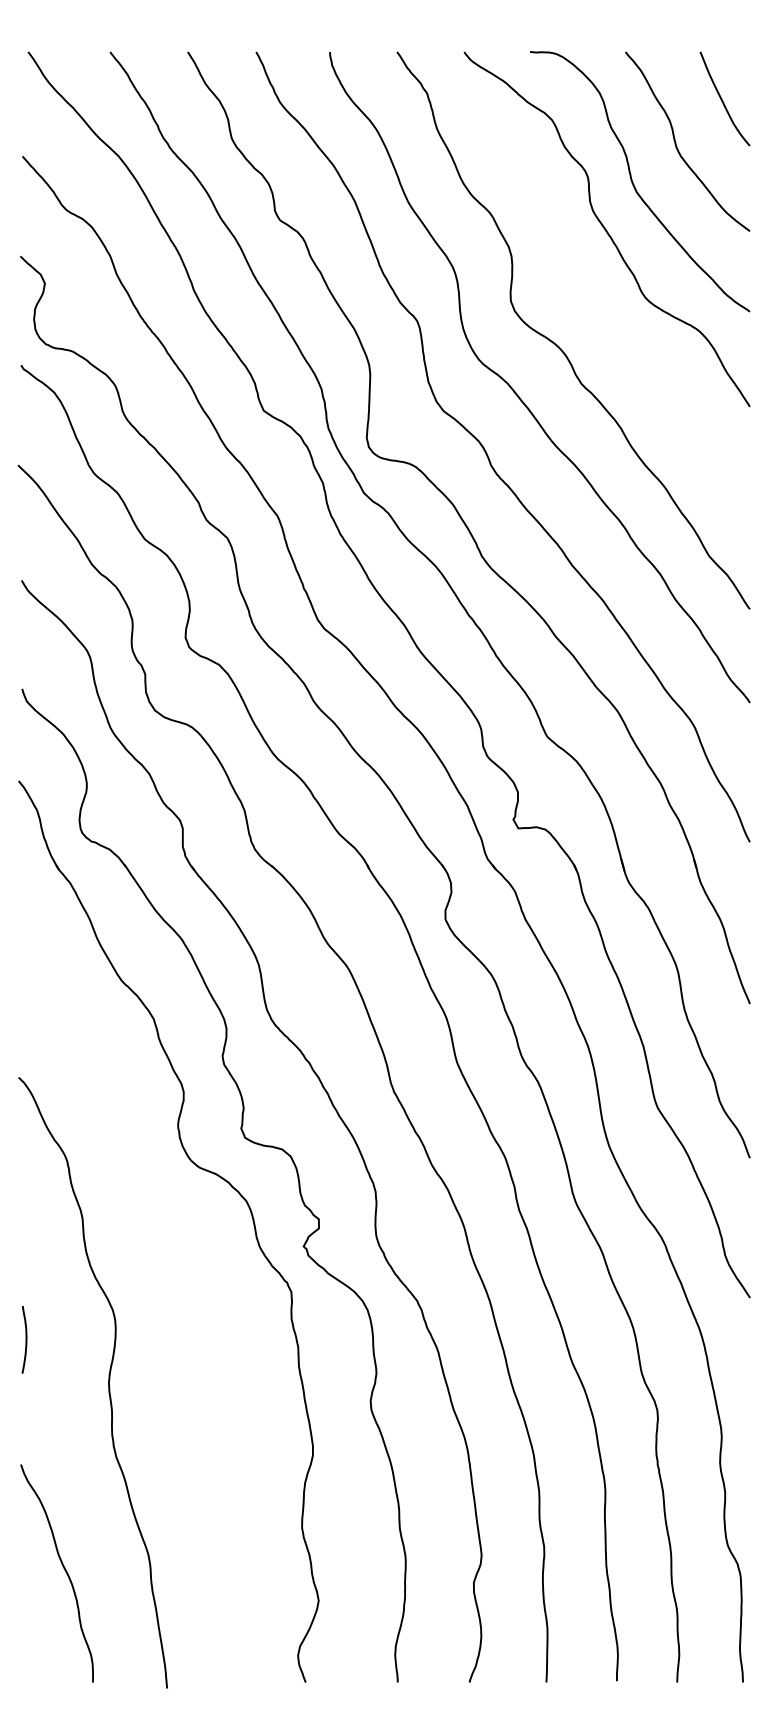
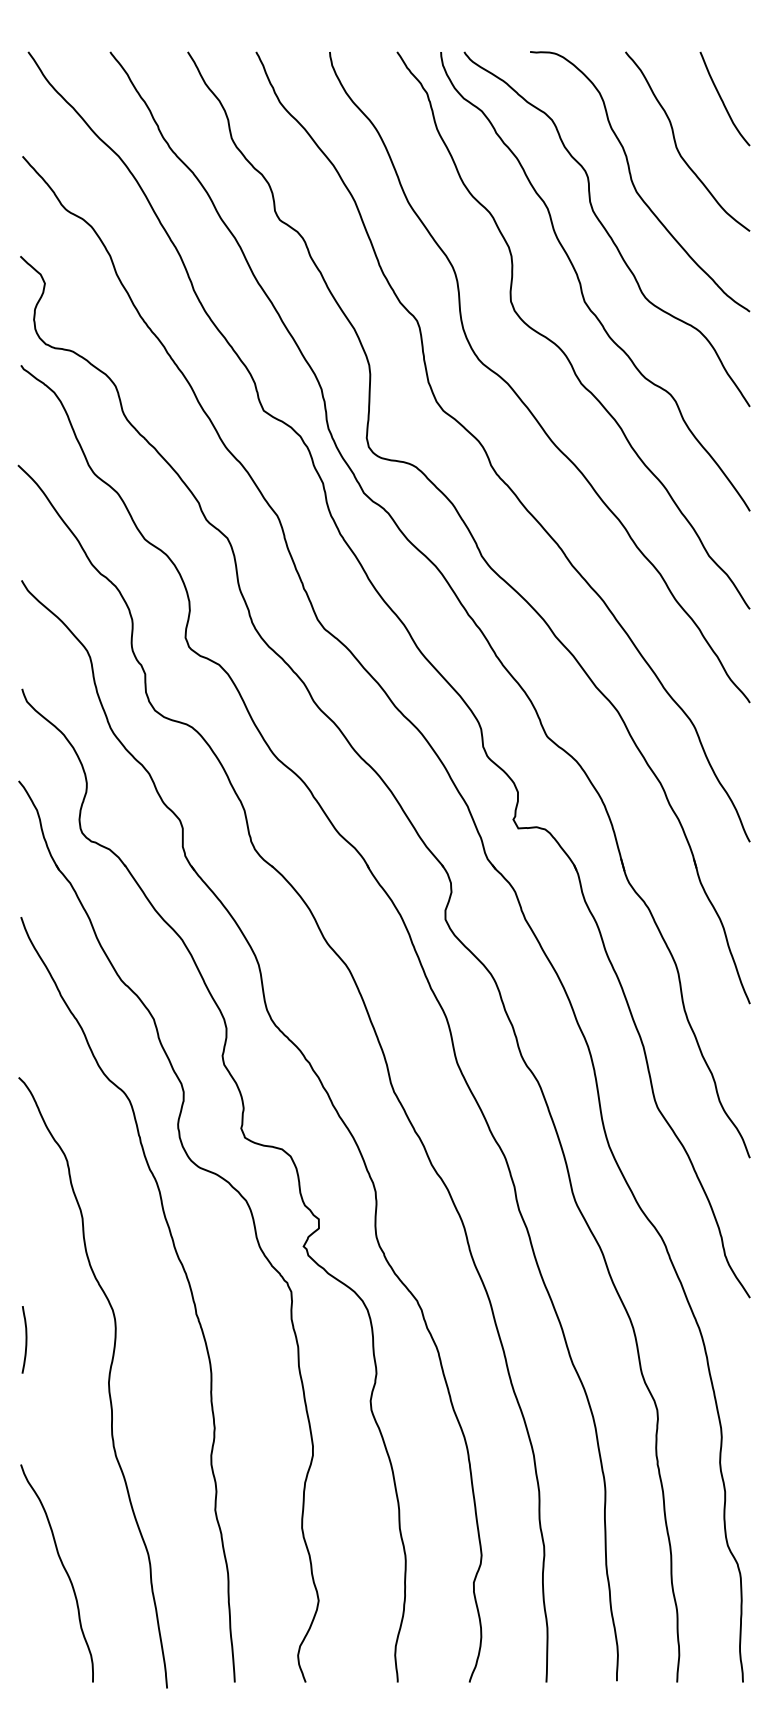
curve at (581, 283): none -> present
curve at (186, 1279): none -> present
